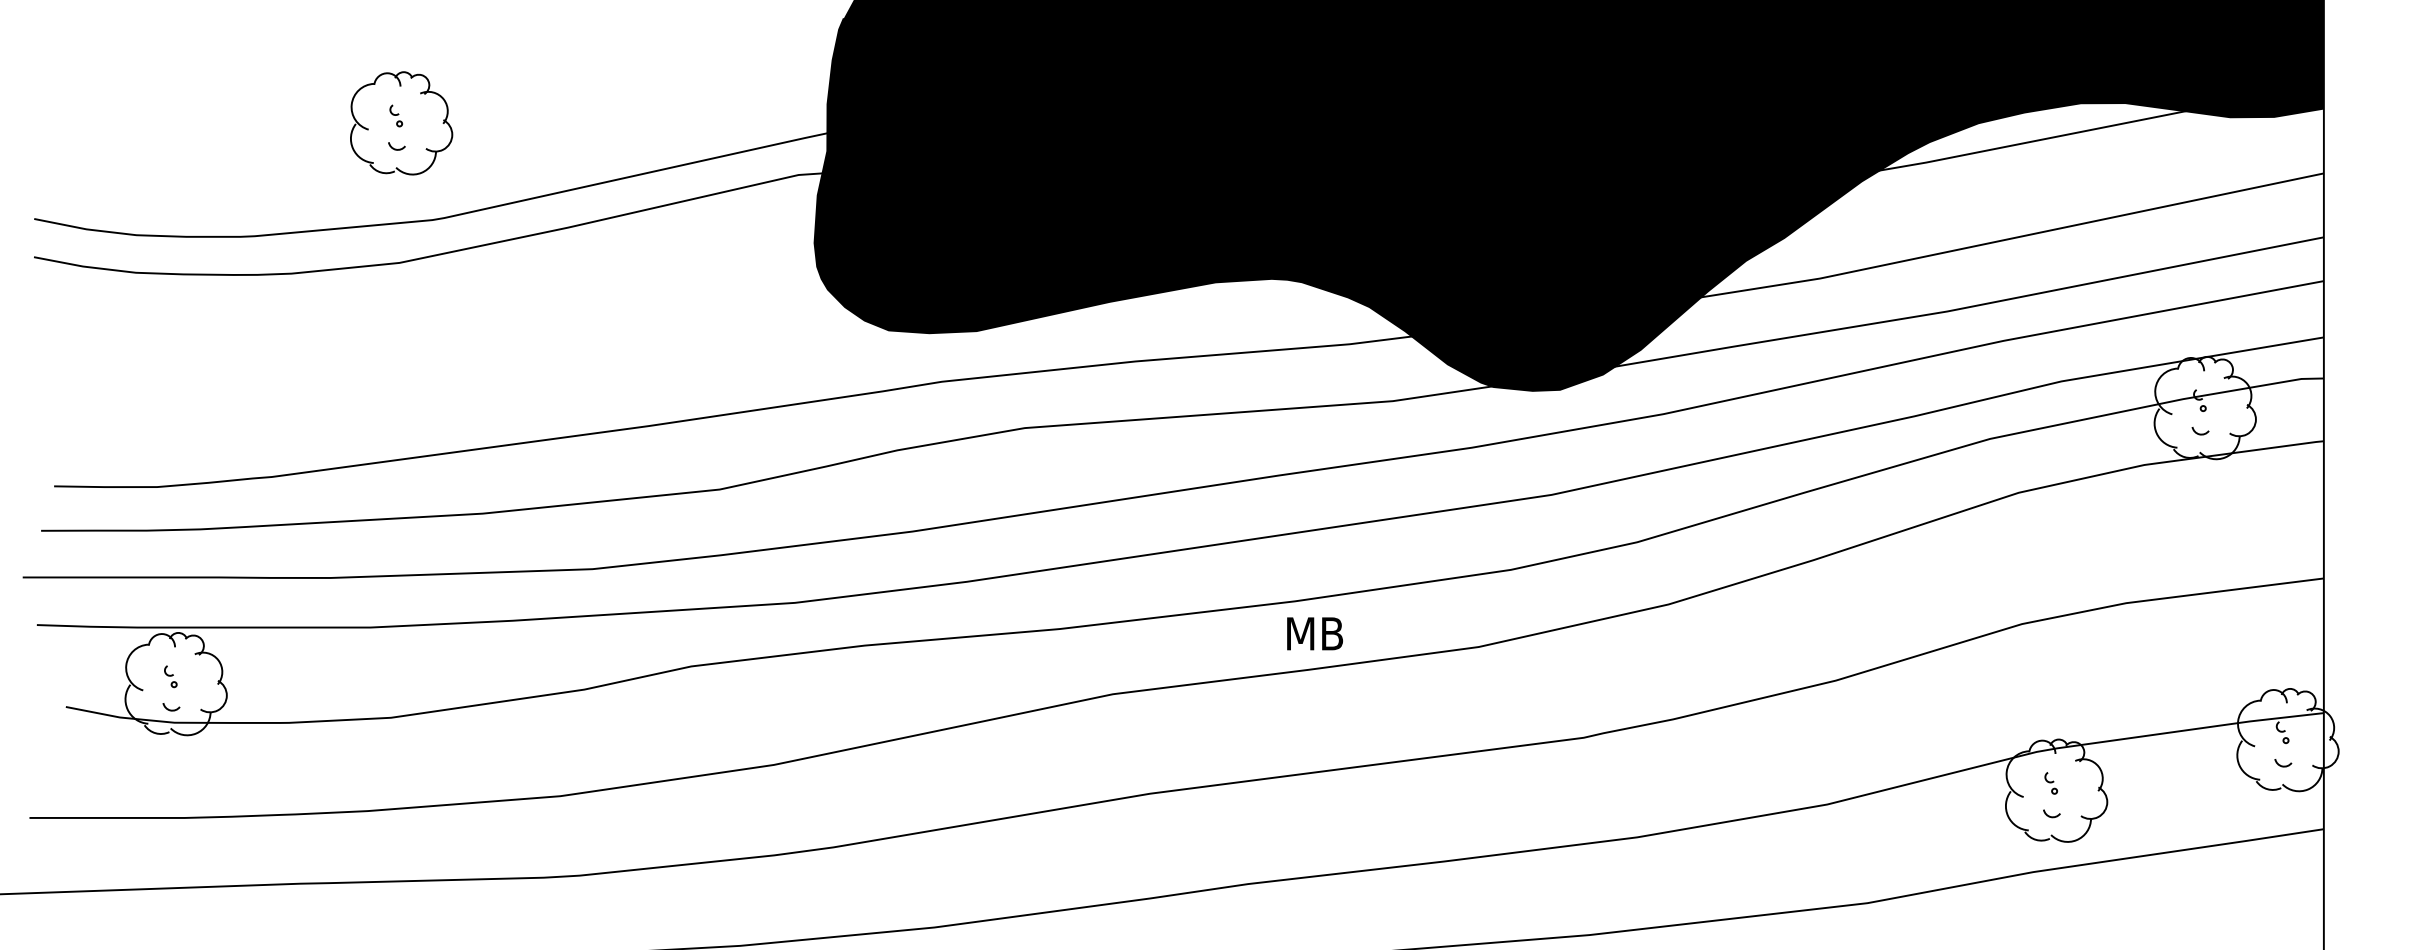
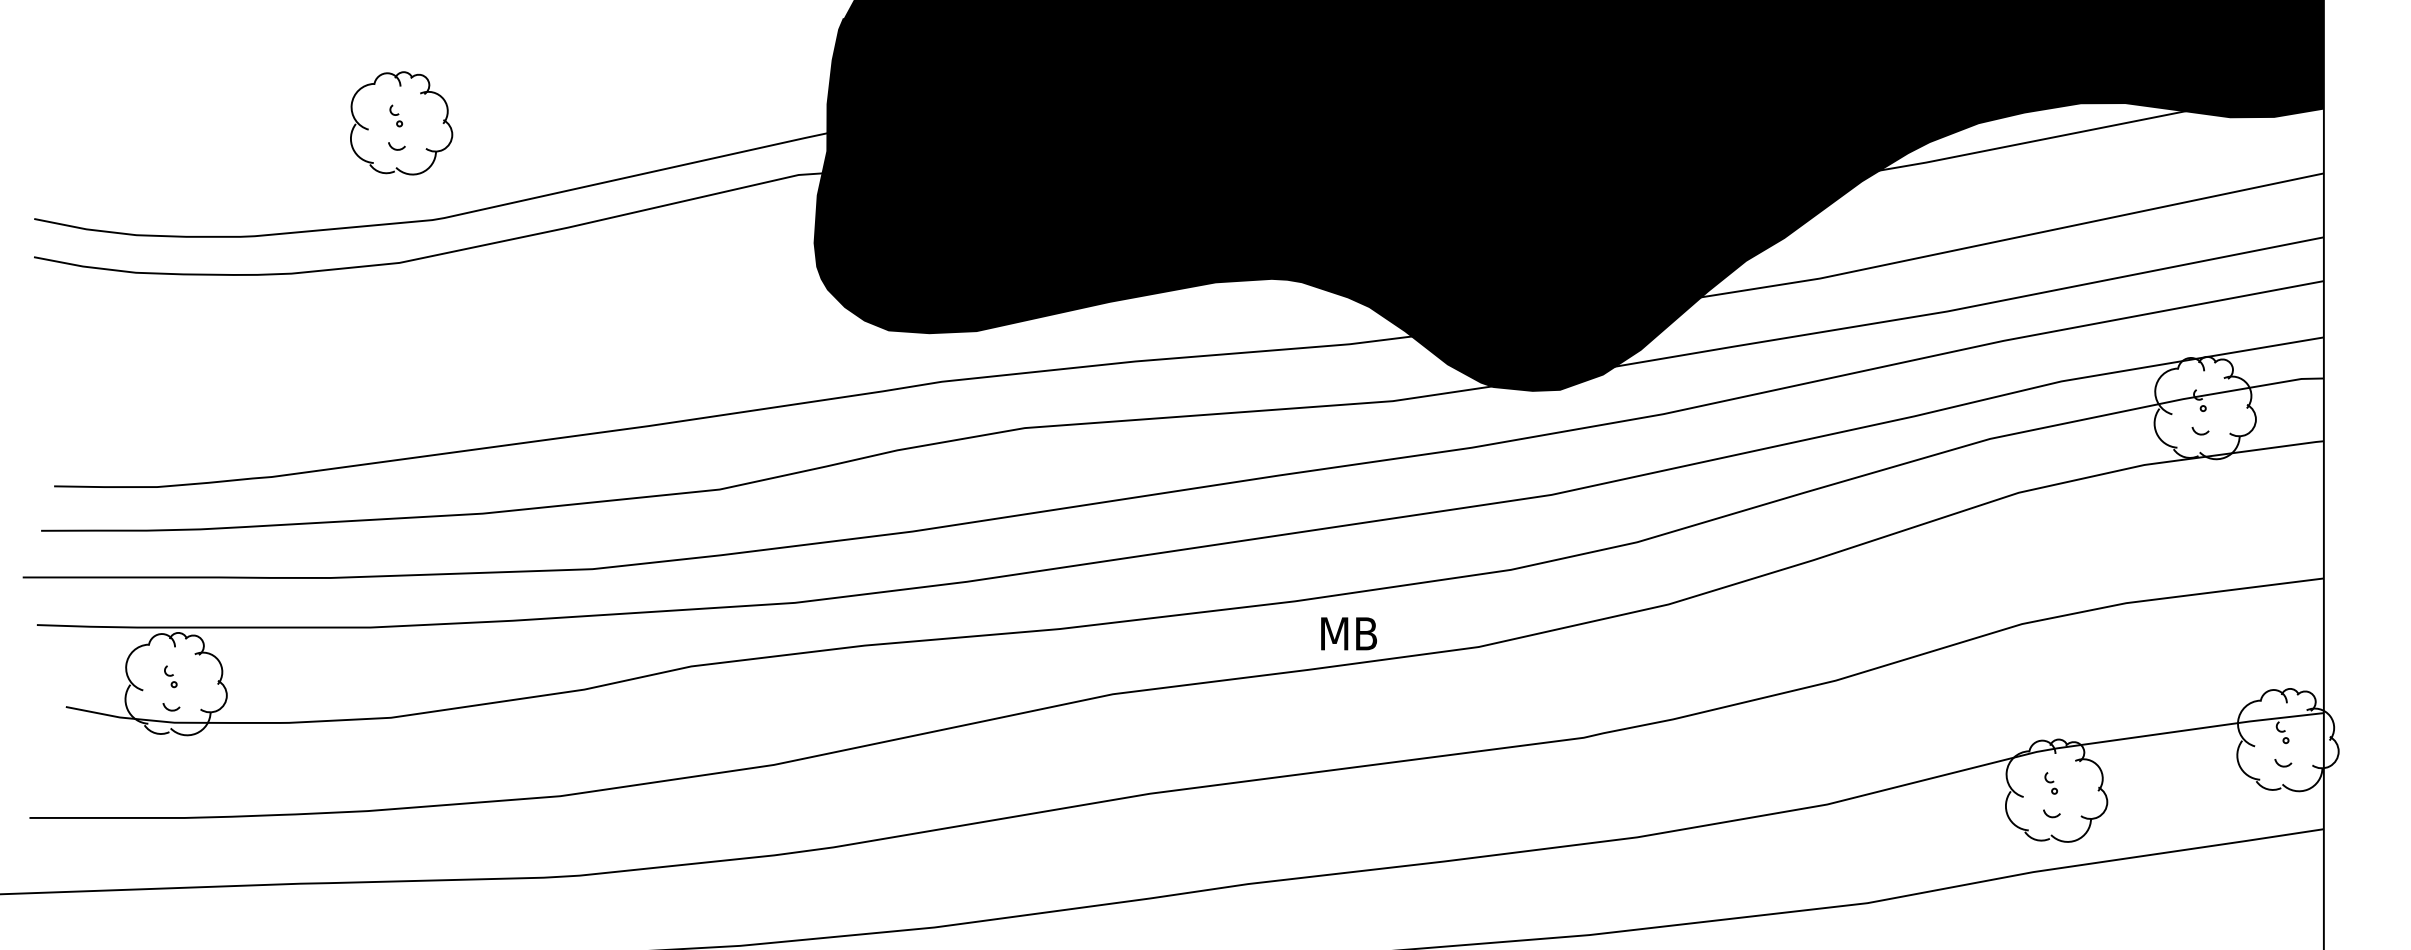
text at (1314, 633) position: (1314, 633) -> (1348, 633)
